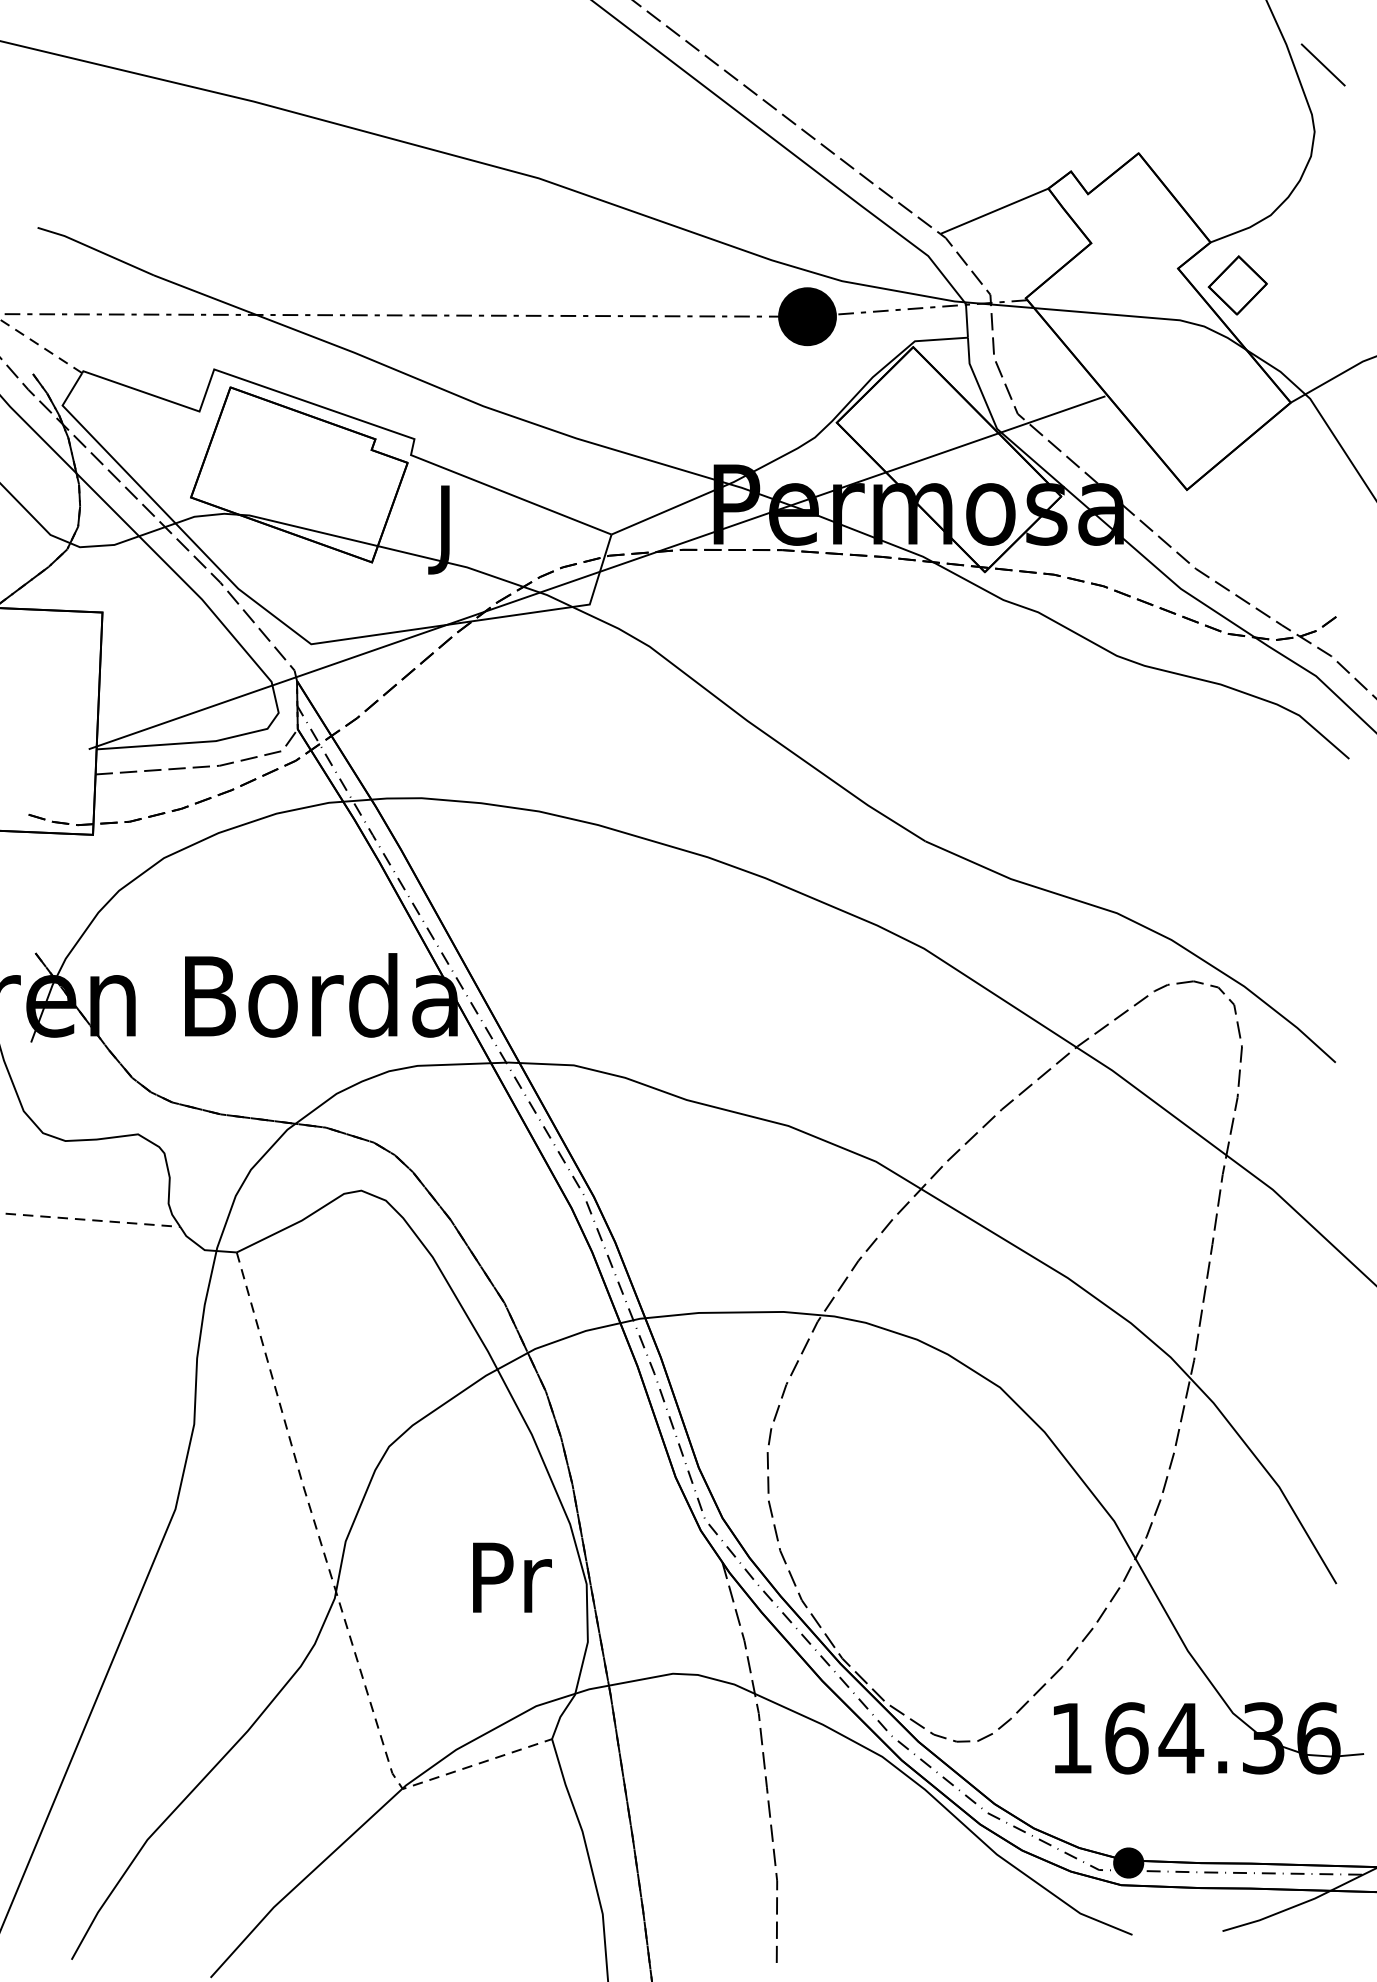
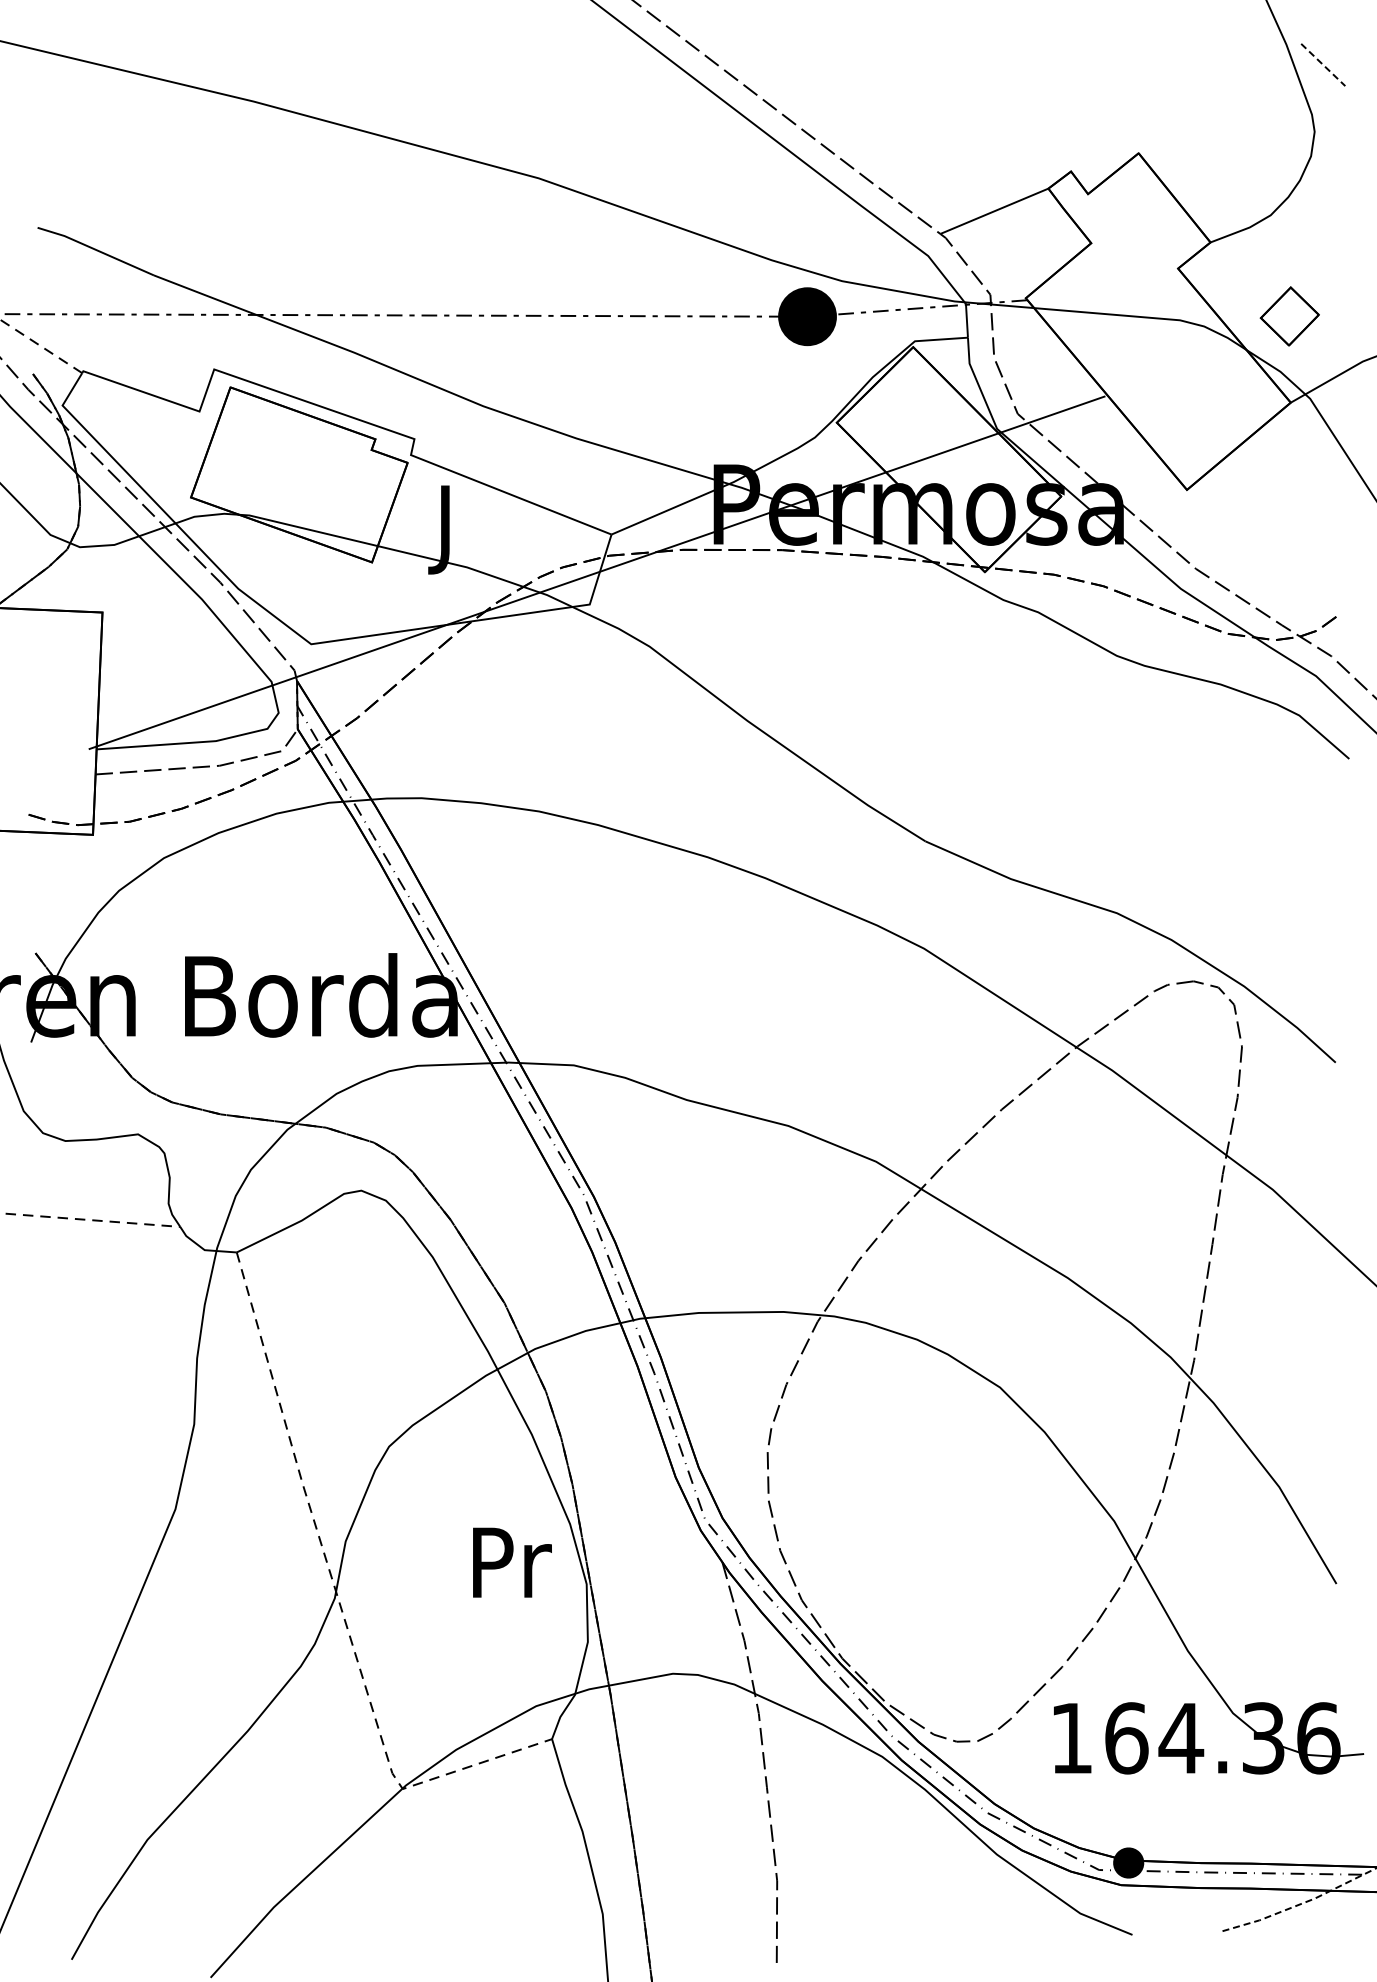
line at (1323, 64): solid -> dashed
part at (1237, 285) position: (1237, 285) -> (1289, 316)
text at (512, 1577) position: (512, 1577) -> (512, 1562)
line at (1301, 1904): solid -> dashed
